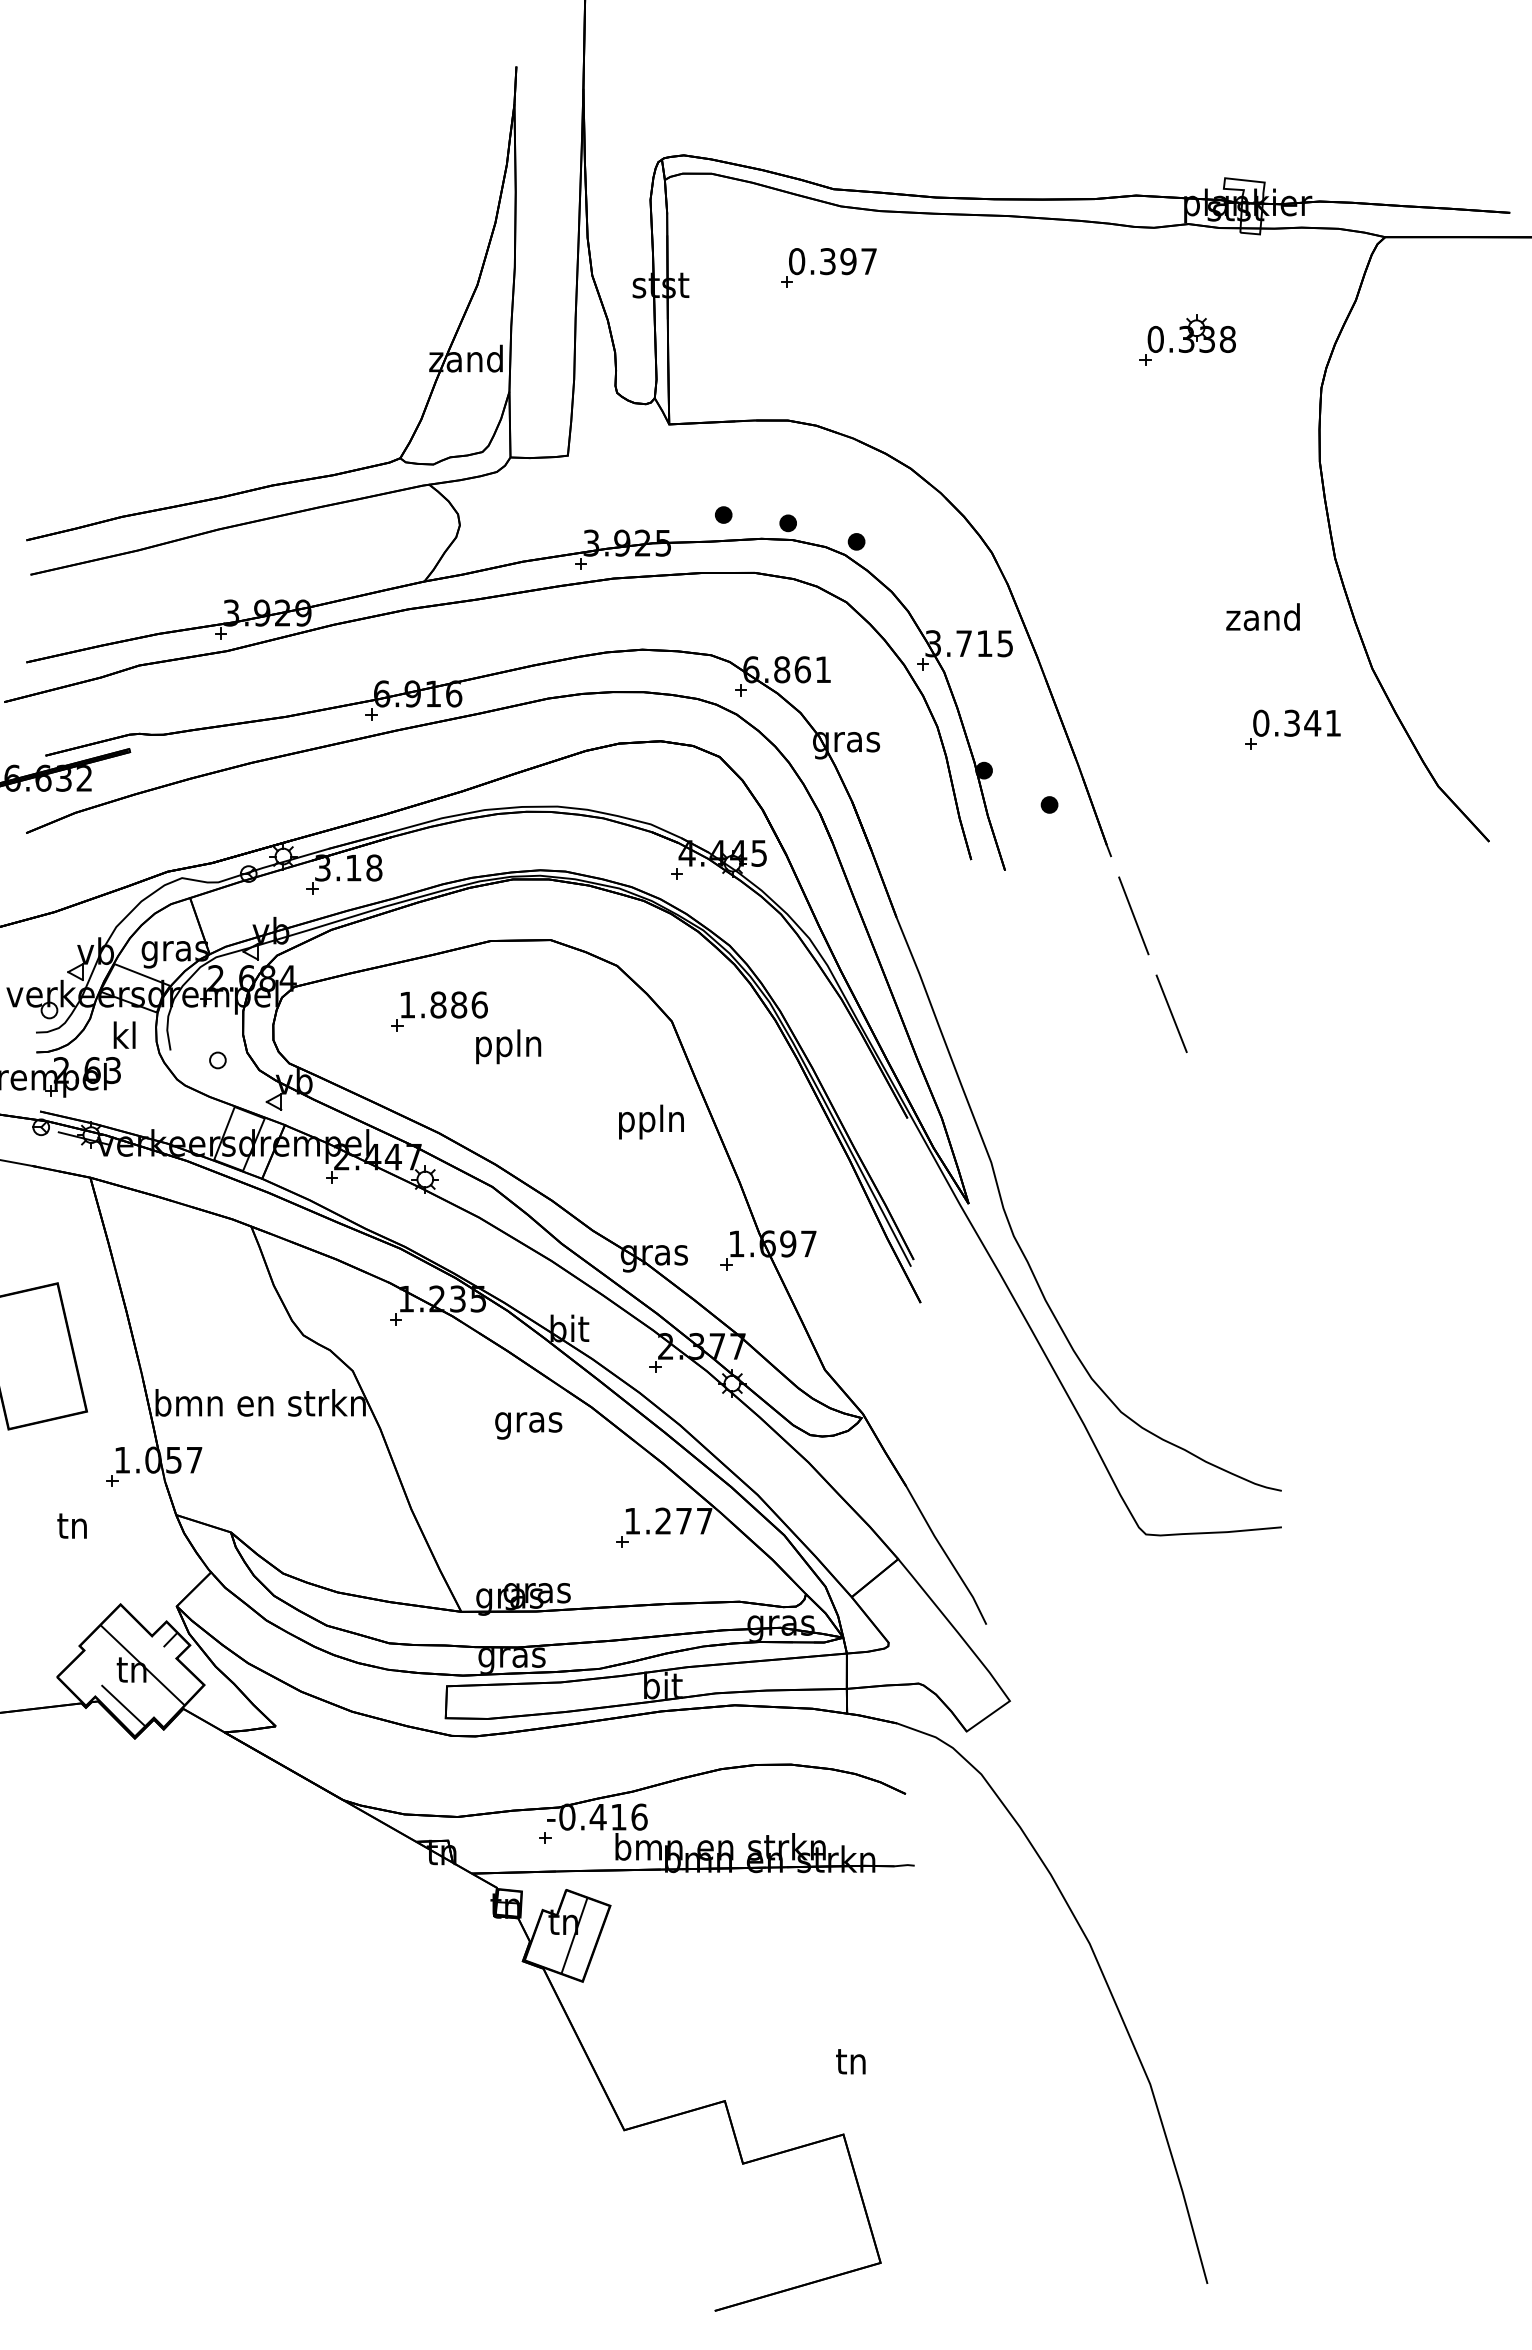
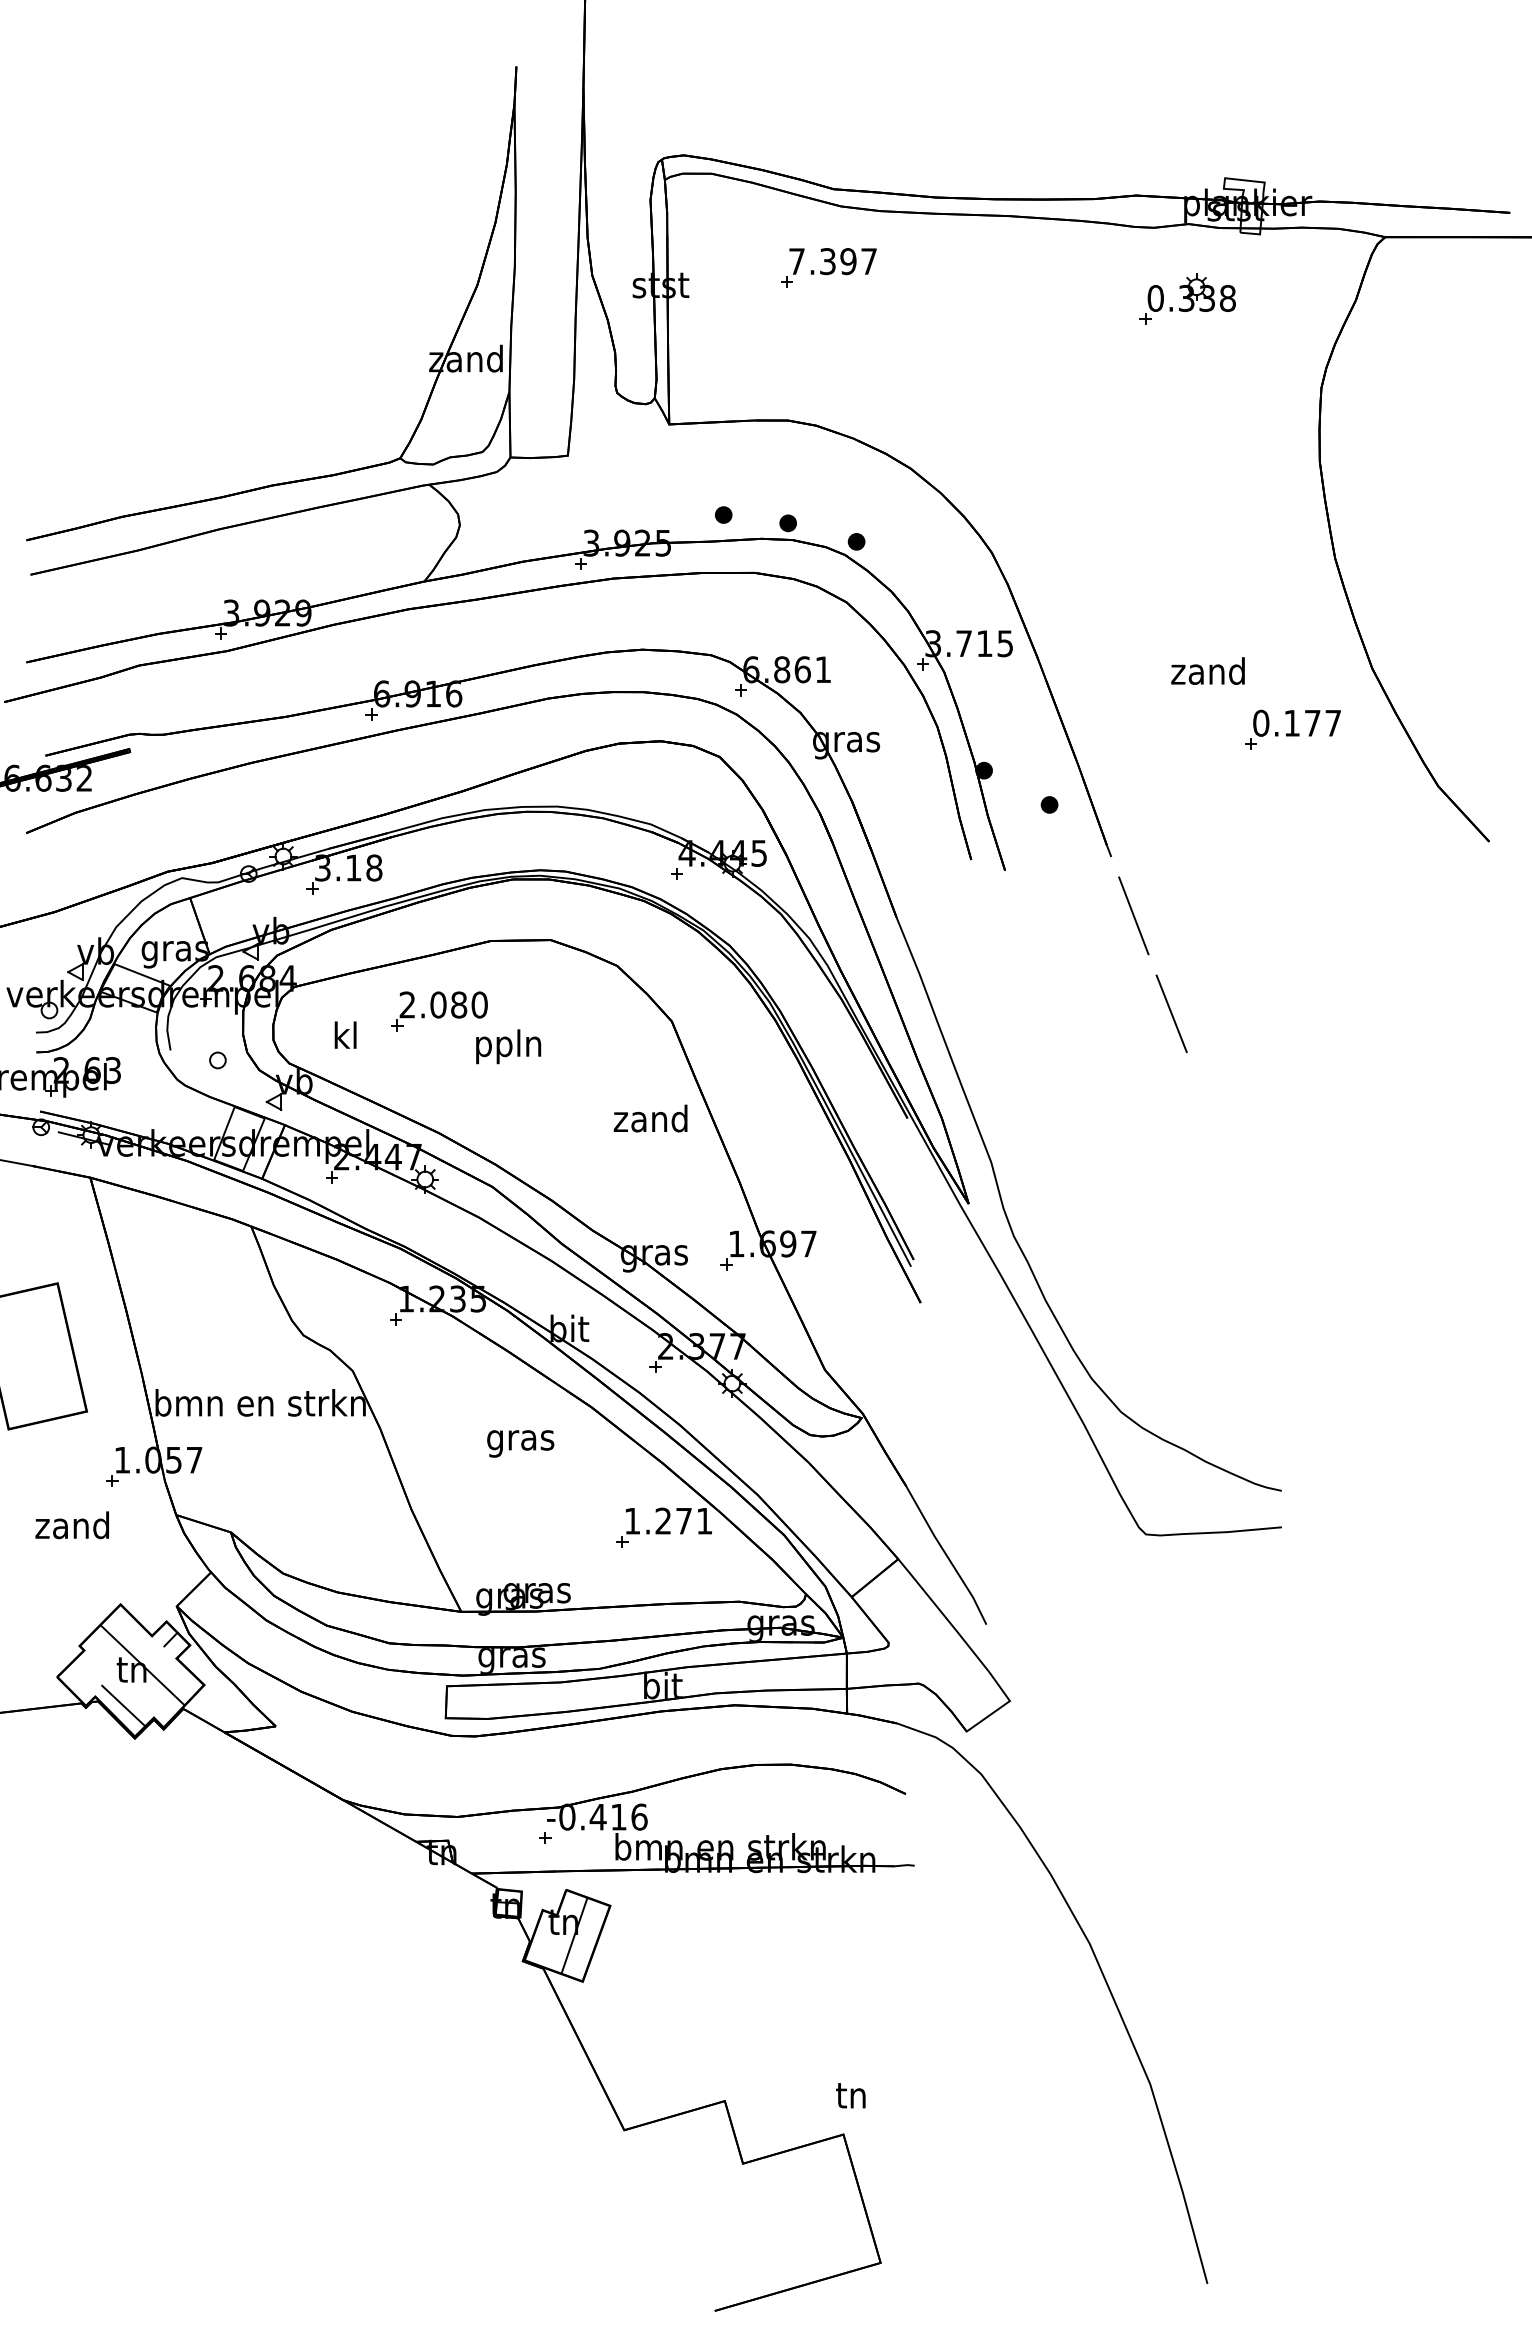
text at (797, 261): 0.397 -> 7.397
part at (1187, 339) position: (1187, 339) -> (1187, 298)
text at (1262, 616) position: (1262, 616) -> (1207, 670)
text at (1312, 722): 0.341 -> 0.177
text at (443, 1004): 1.886 -> 2.080
text at (124, 1034) position: (124, 1034) -> (345, 1034)
text at (650, 1121): ppln -> zand
text at (528, 1425) position: (528, 1425) -> (520, 1443)
text at (704, 1521): 1.277 -> 1.271
text at (71, 1525): tn -> zand
text at (850, 2061) position: (850, 2061) -> (850, 2095)
